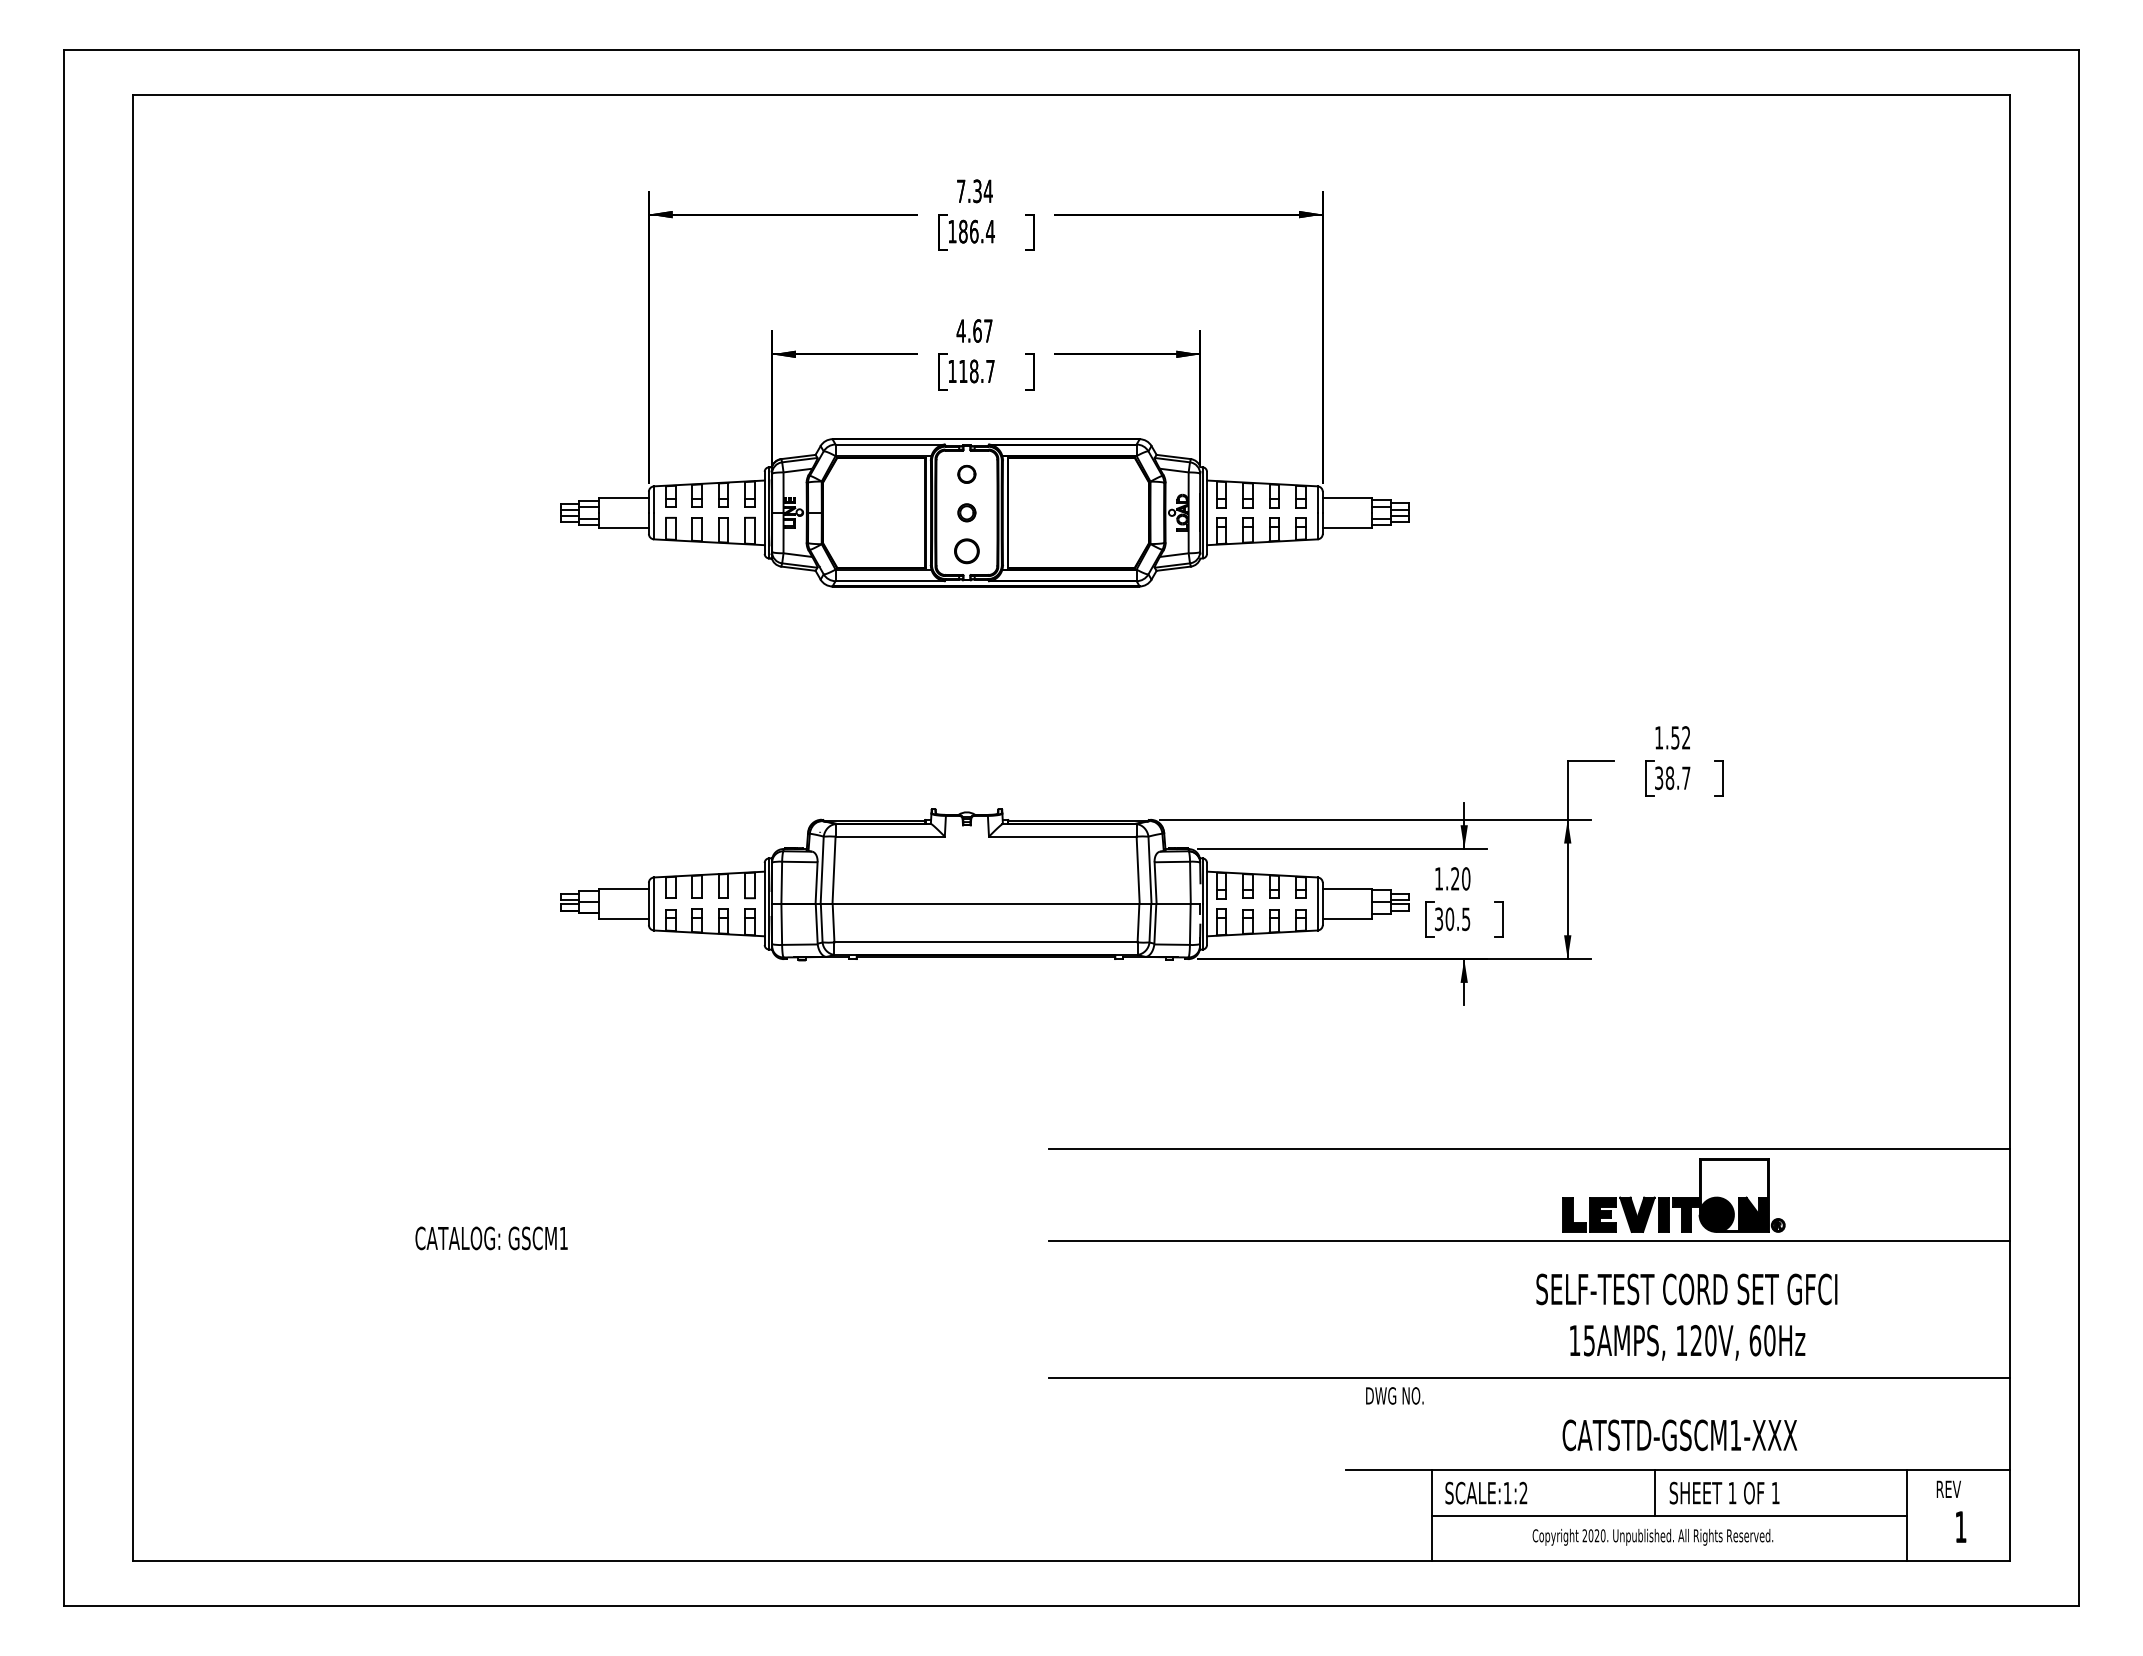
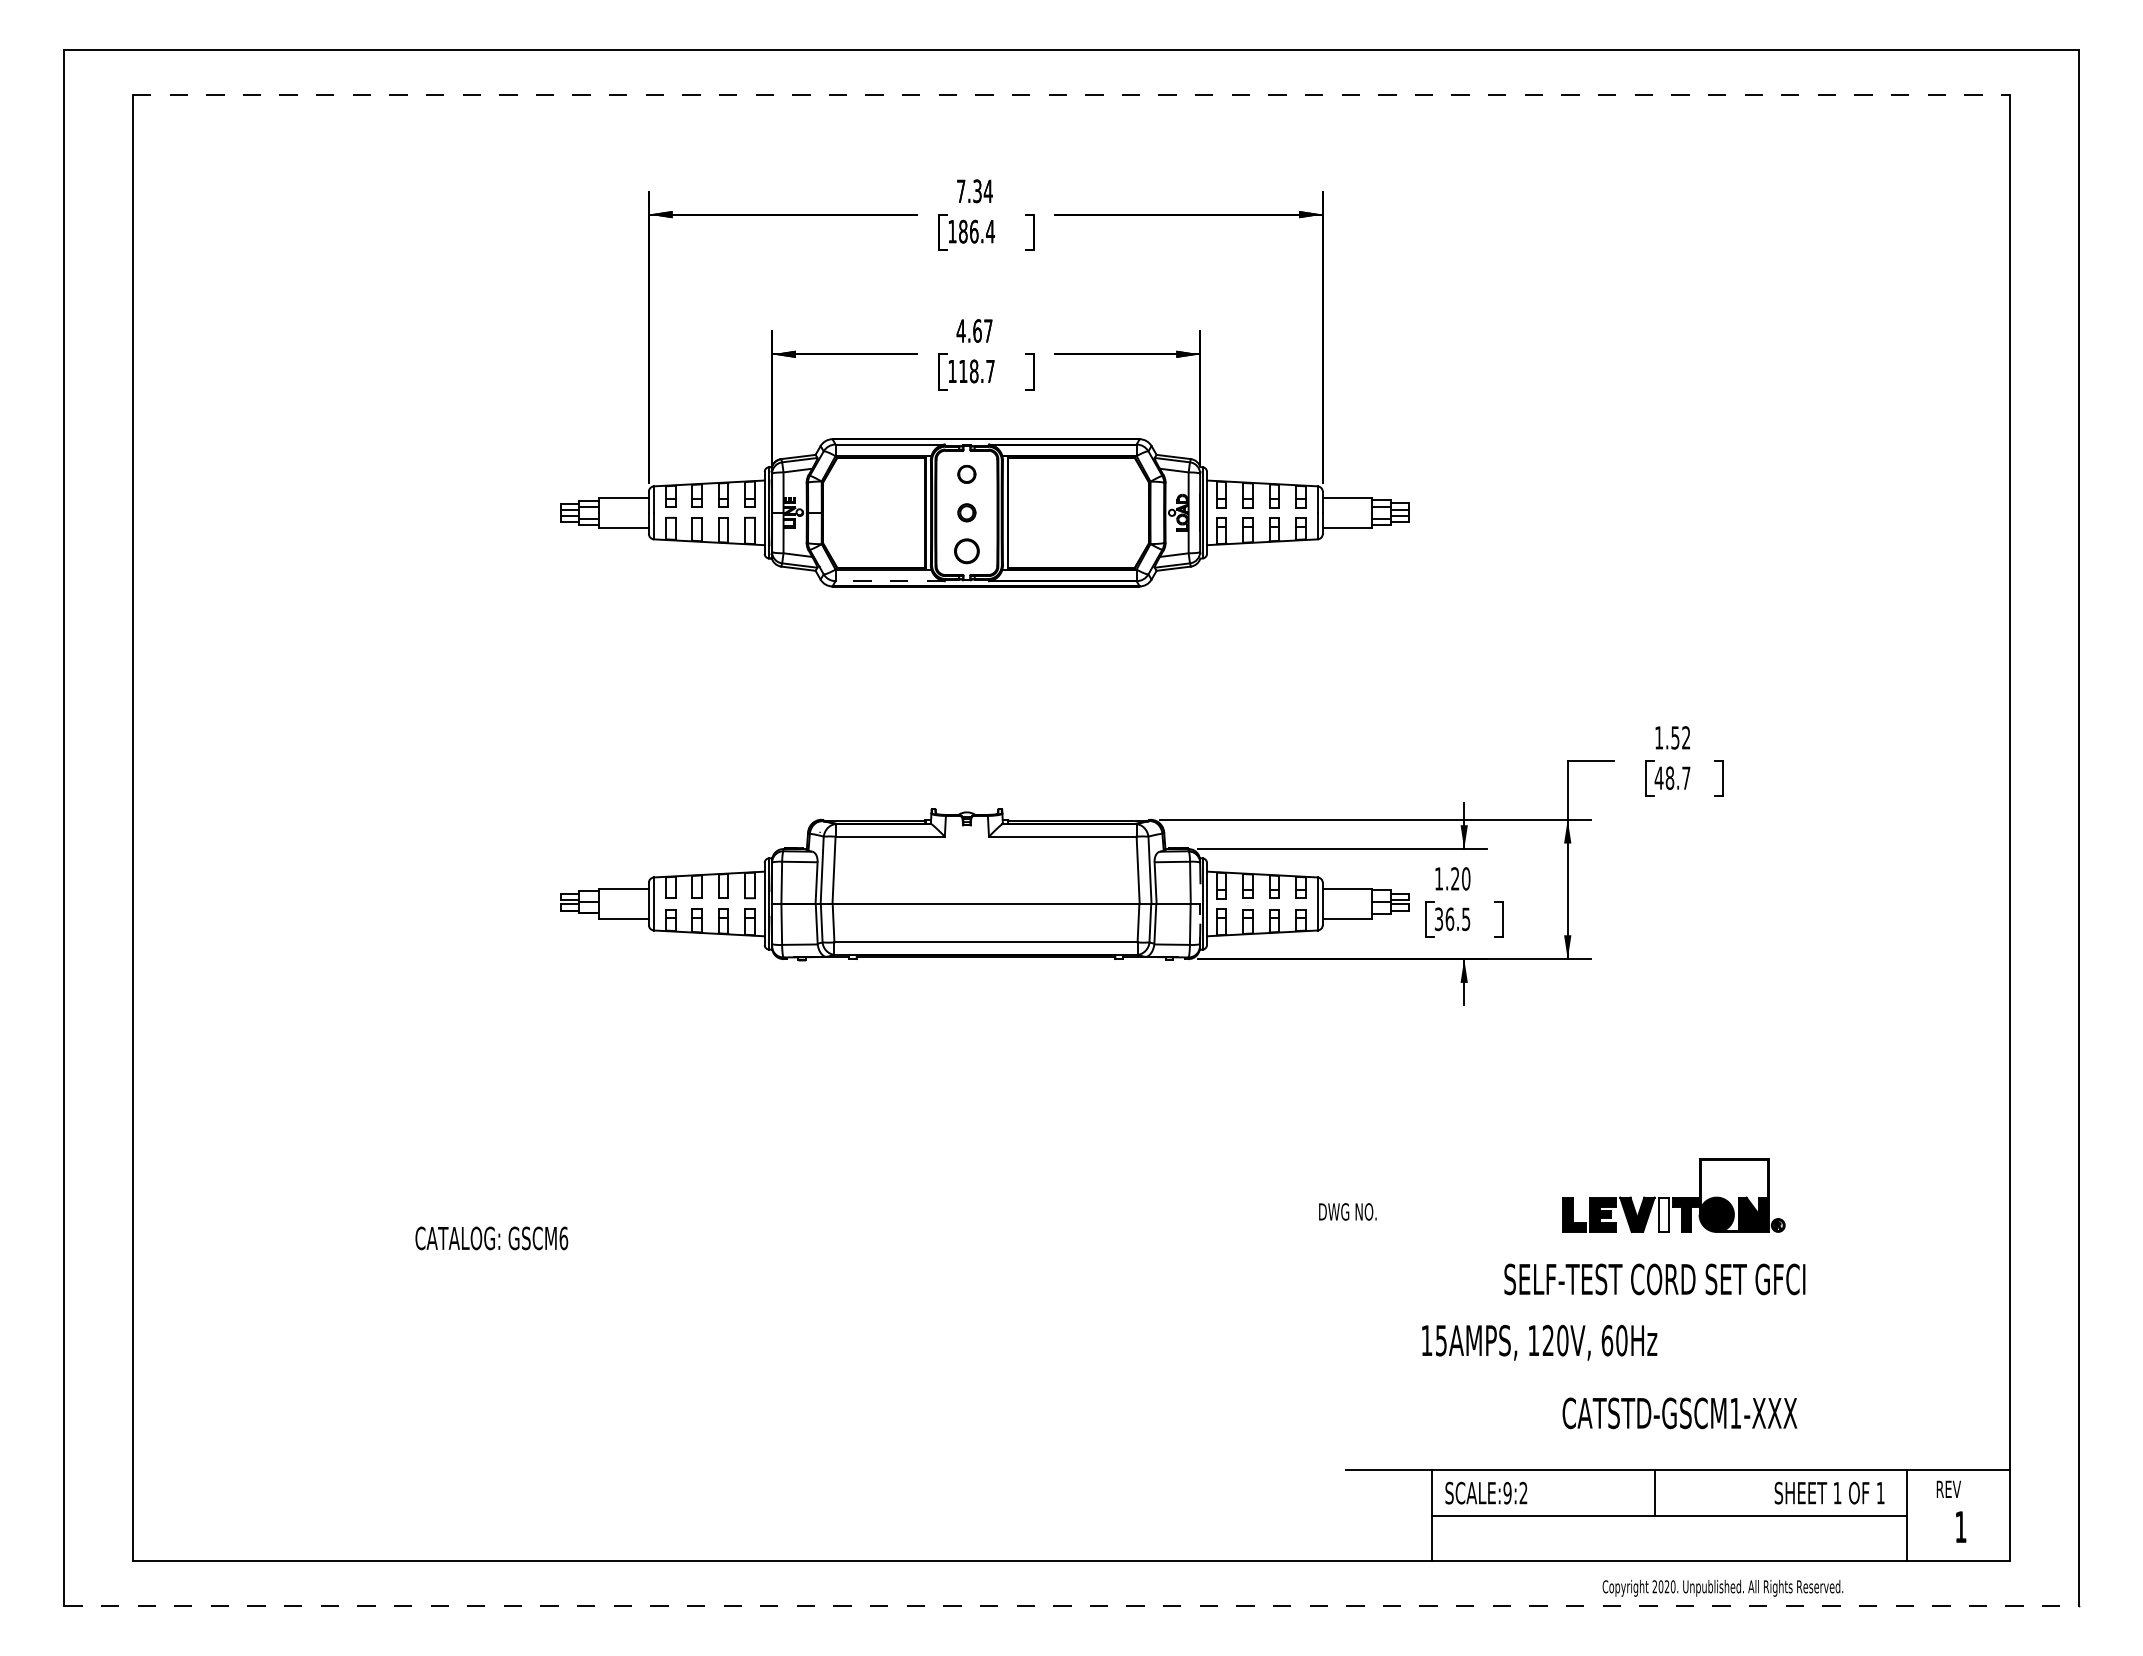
line at (1071, 95): solid -> dashed
line at (890, 581): solid -> dashed
text at (1658, 778): 38.7 -> 48.7
text at (1449, 918): 30.5 -> 36.5
line at (1529, 1149): present -> none
fill at (1663, 1214): present -> none
text at (563, 1238): GSCM1 -> GSCM6
line at (1529, 1240): present -> none
text at (1686, 1289) position: (1686, 1289) -> (1654, 1279)
text at (1687, 1342) position: (1687, 1342) -> (1539, 1342)
line at (1529, 1378): present -> none
text at (1394, 1395) position: (1394, 1395) -> (1347, 1211)
text at (1679, 1435) position: (1679, 1435) -> (1679, 1413)
text at (1507, 1492): SCALE:1:2 -> SCALE:9:2
text at (1724, 1492) position: (1724, 1492) -> (1829, 1492)
text at (1652, 1537) position: (1652, 1537) -> (1722, 1588)
line at (1071, 1606): solid -> dashed
